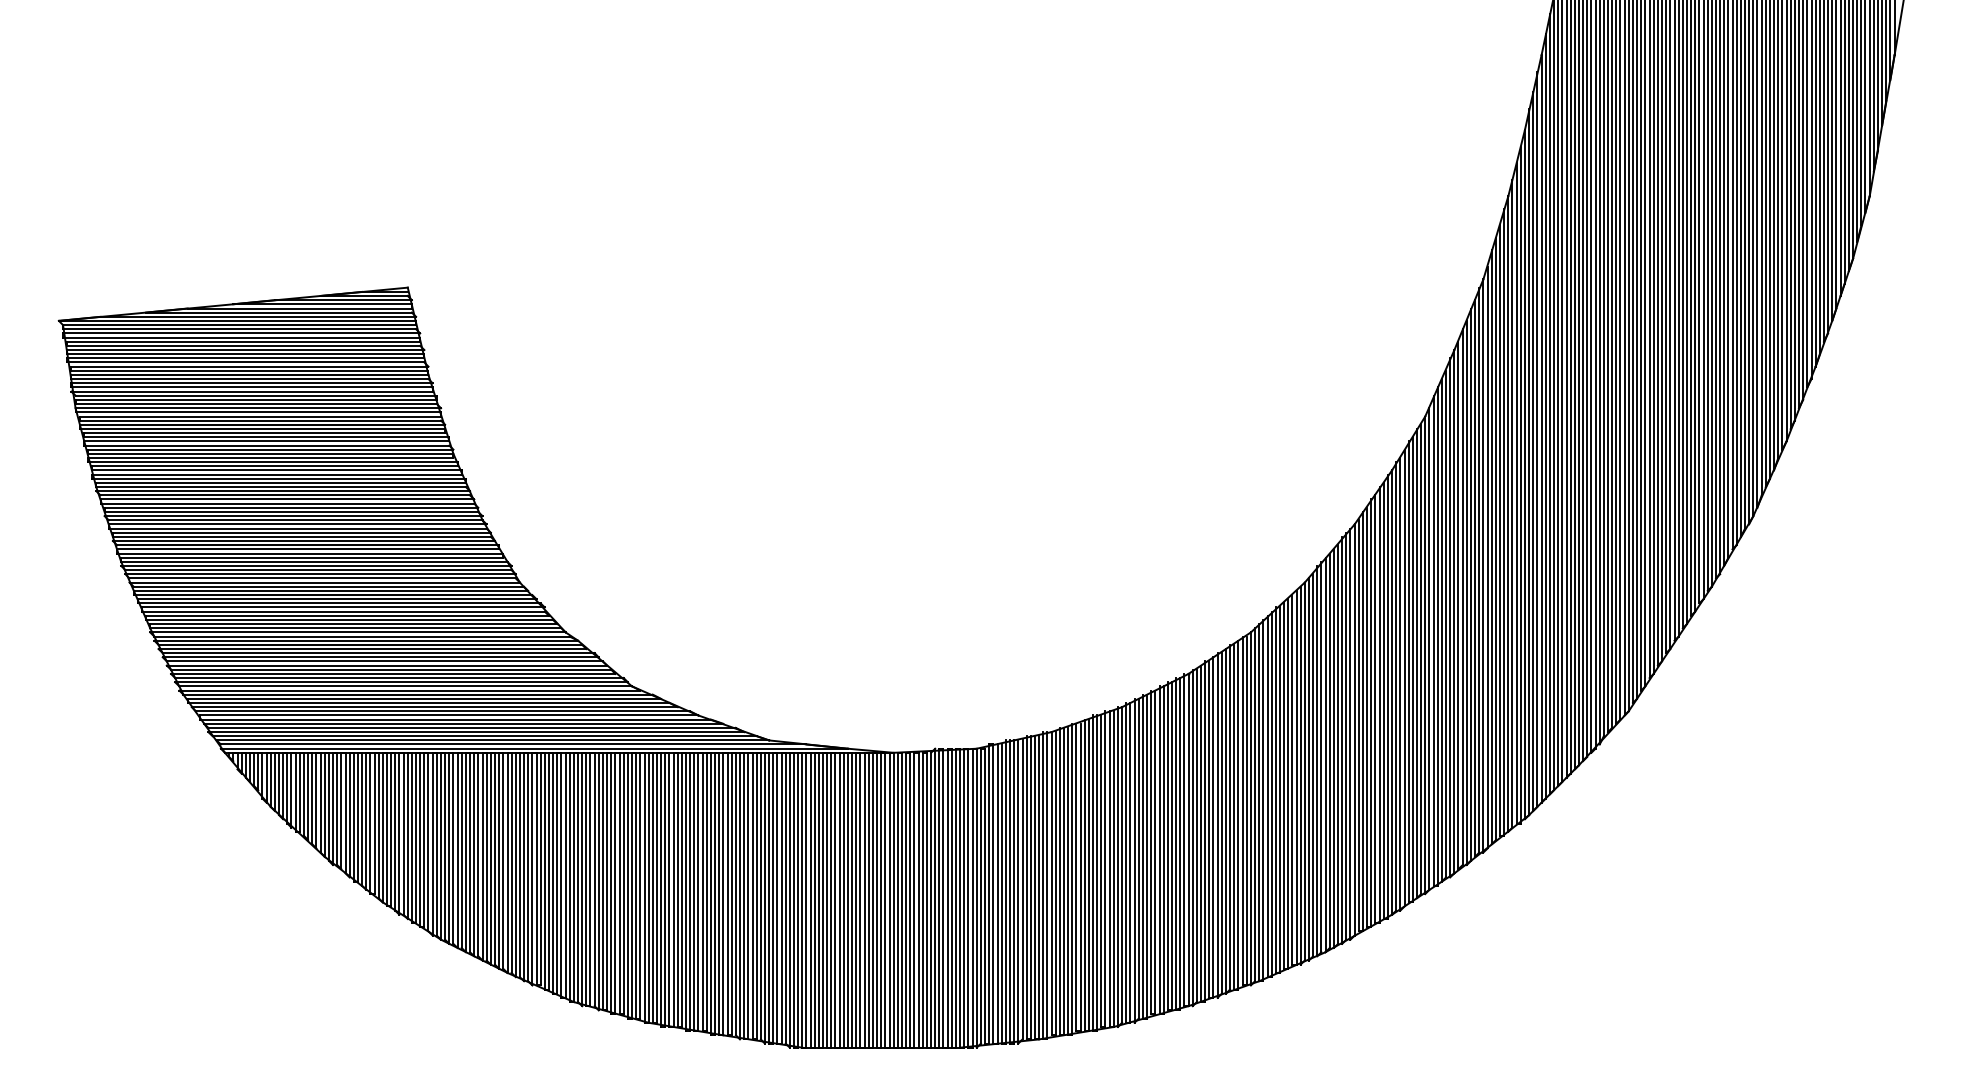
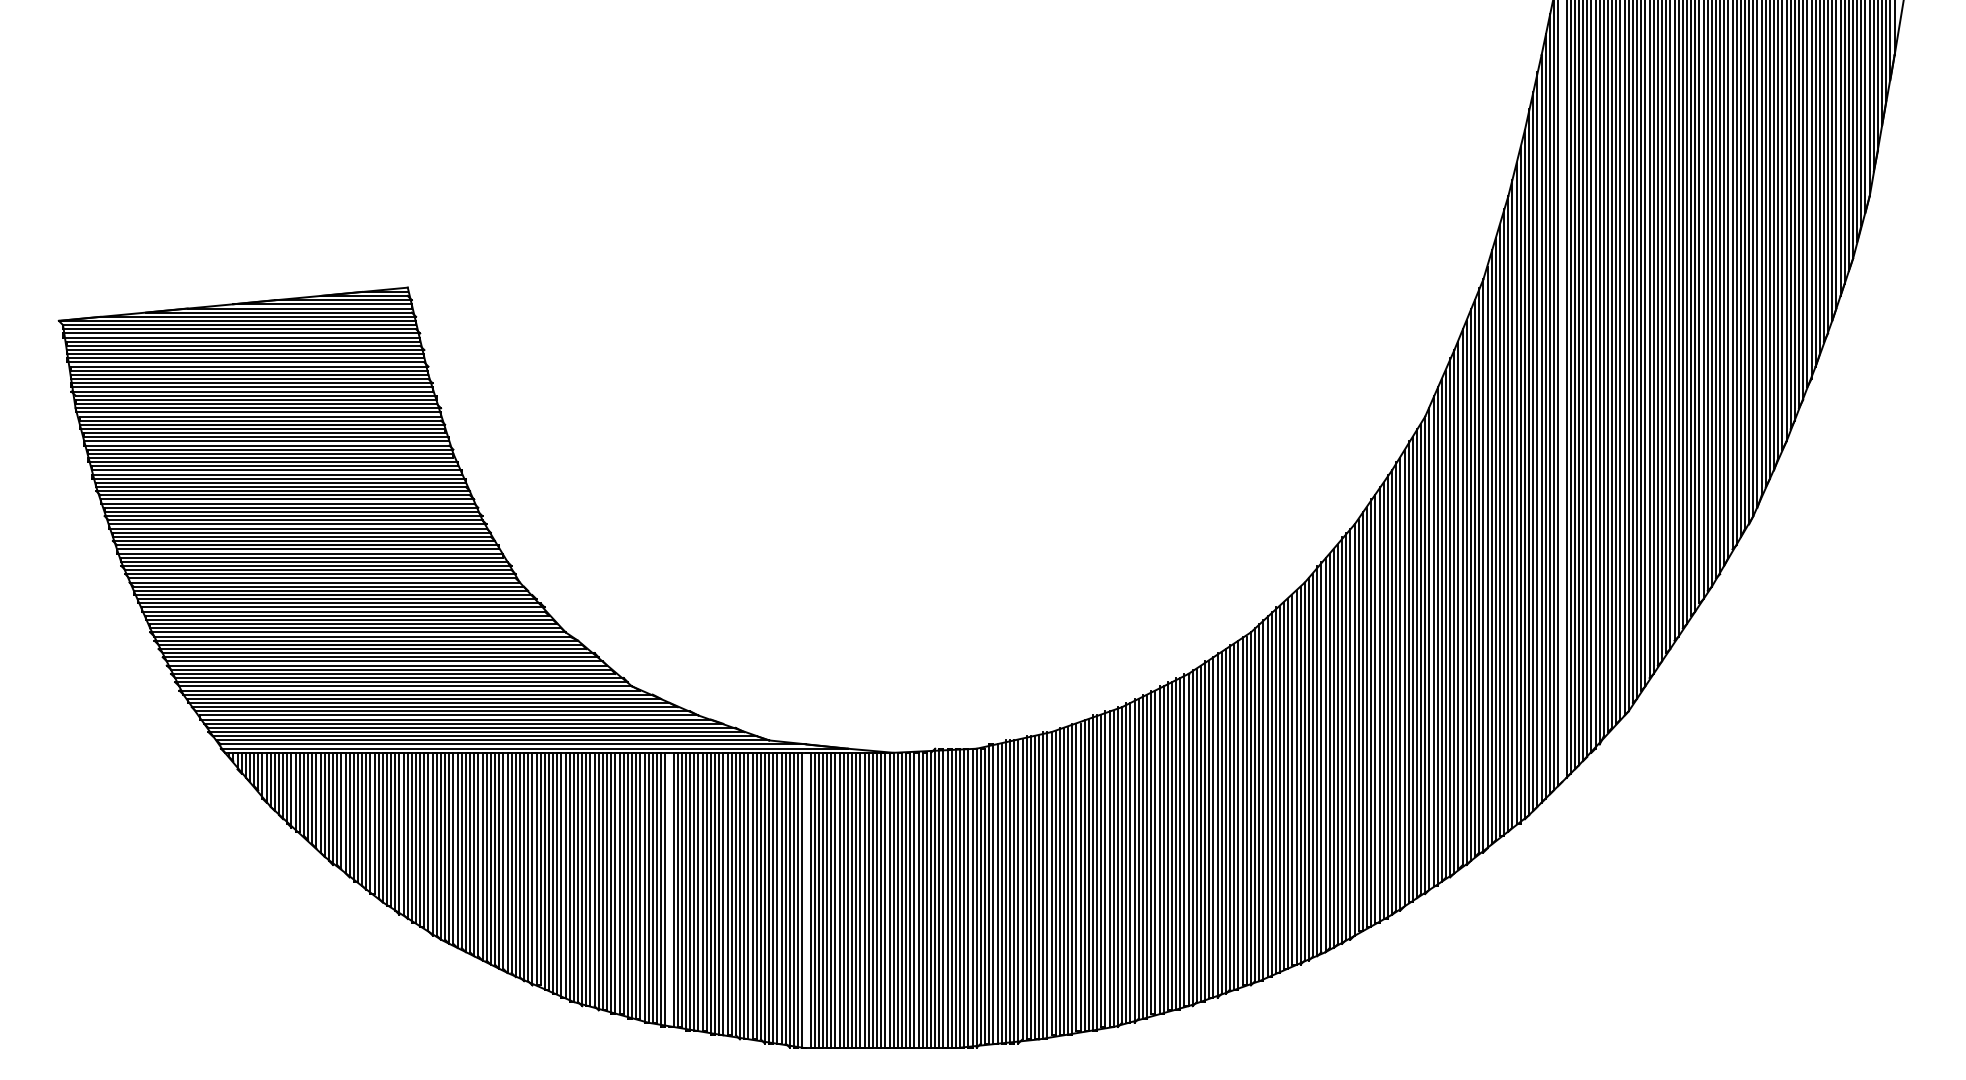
line at (1562, 391): present -> none
line at (669, 889): present -> none
line at (806, 899): present -> none
